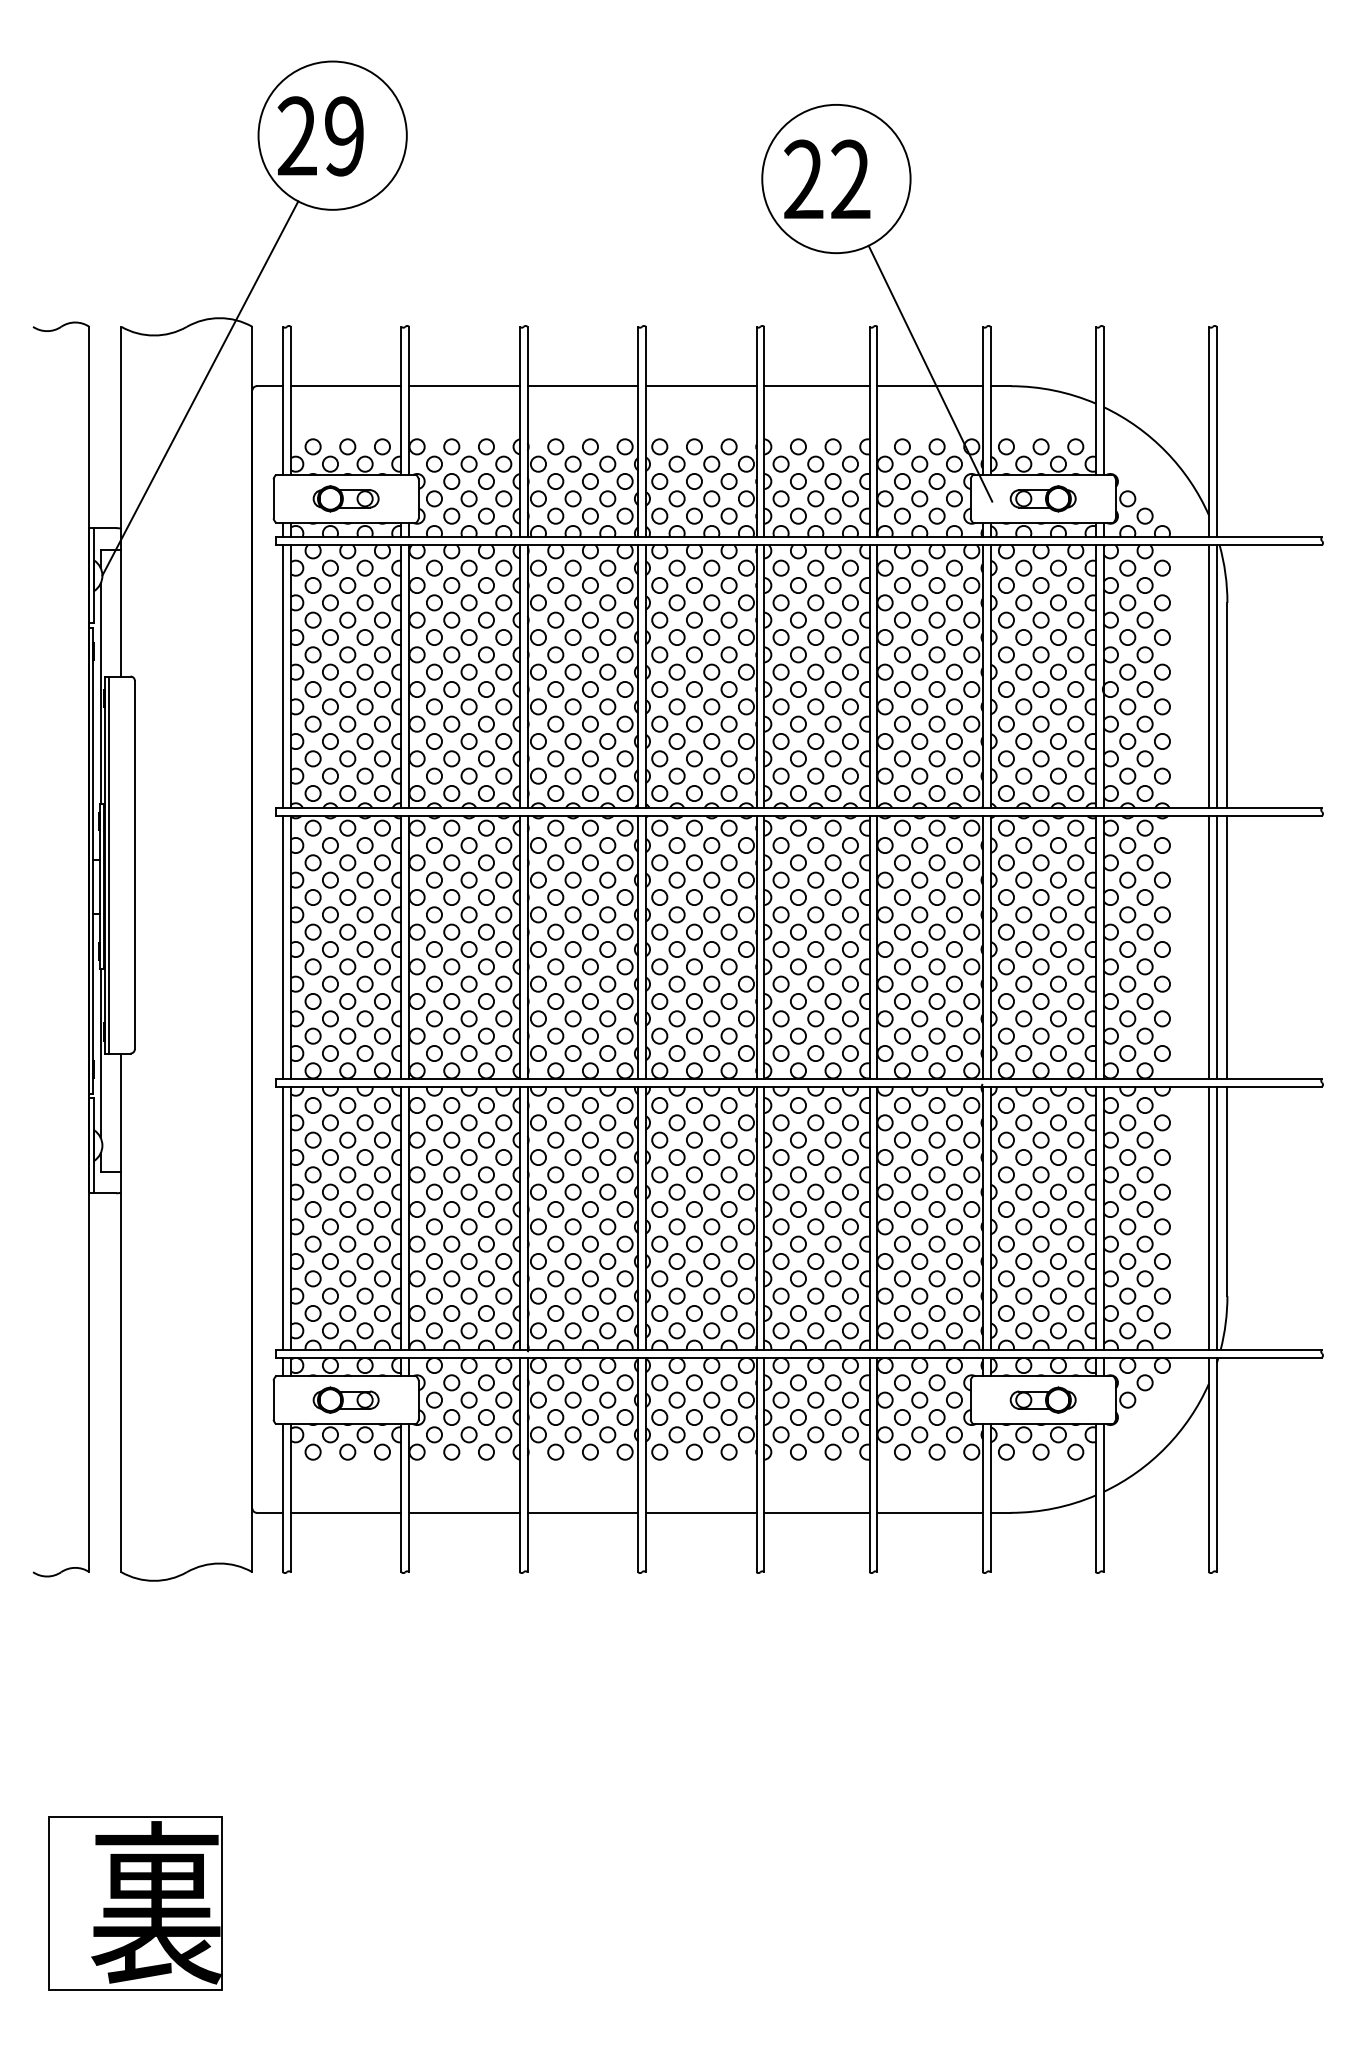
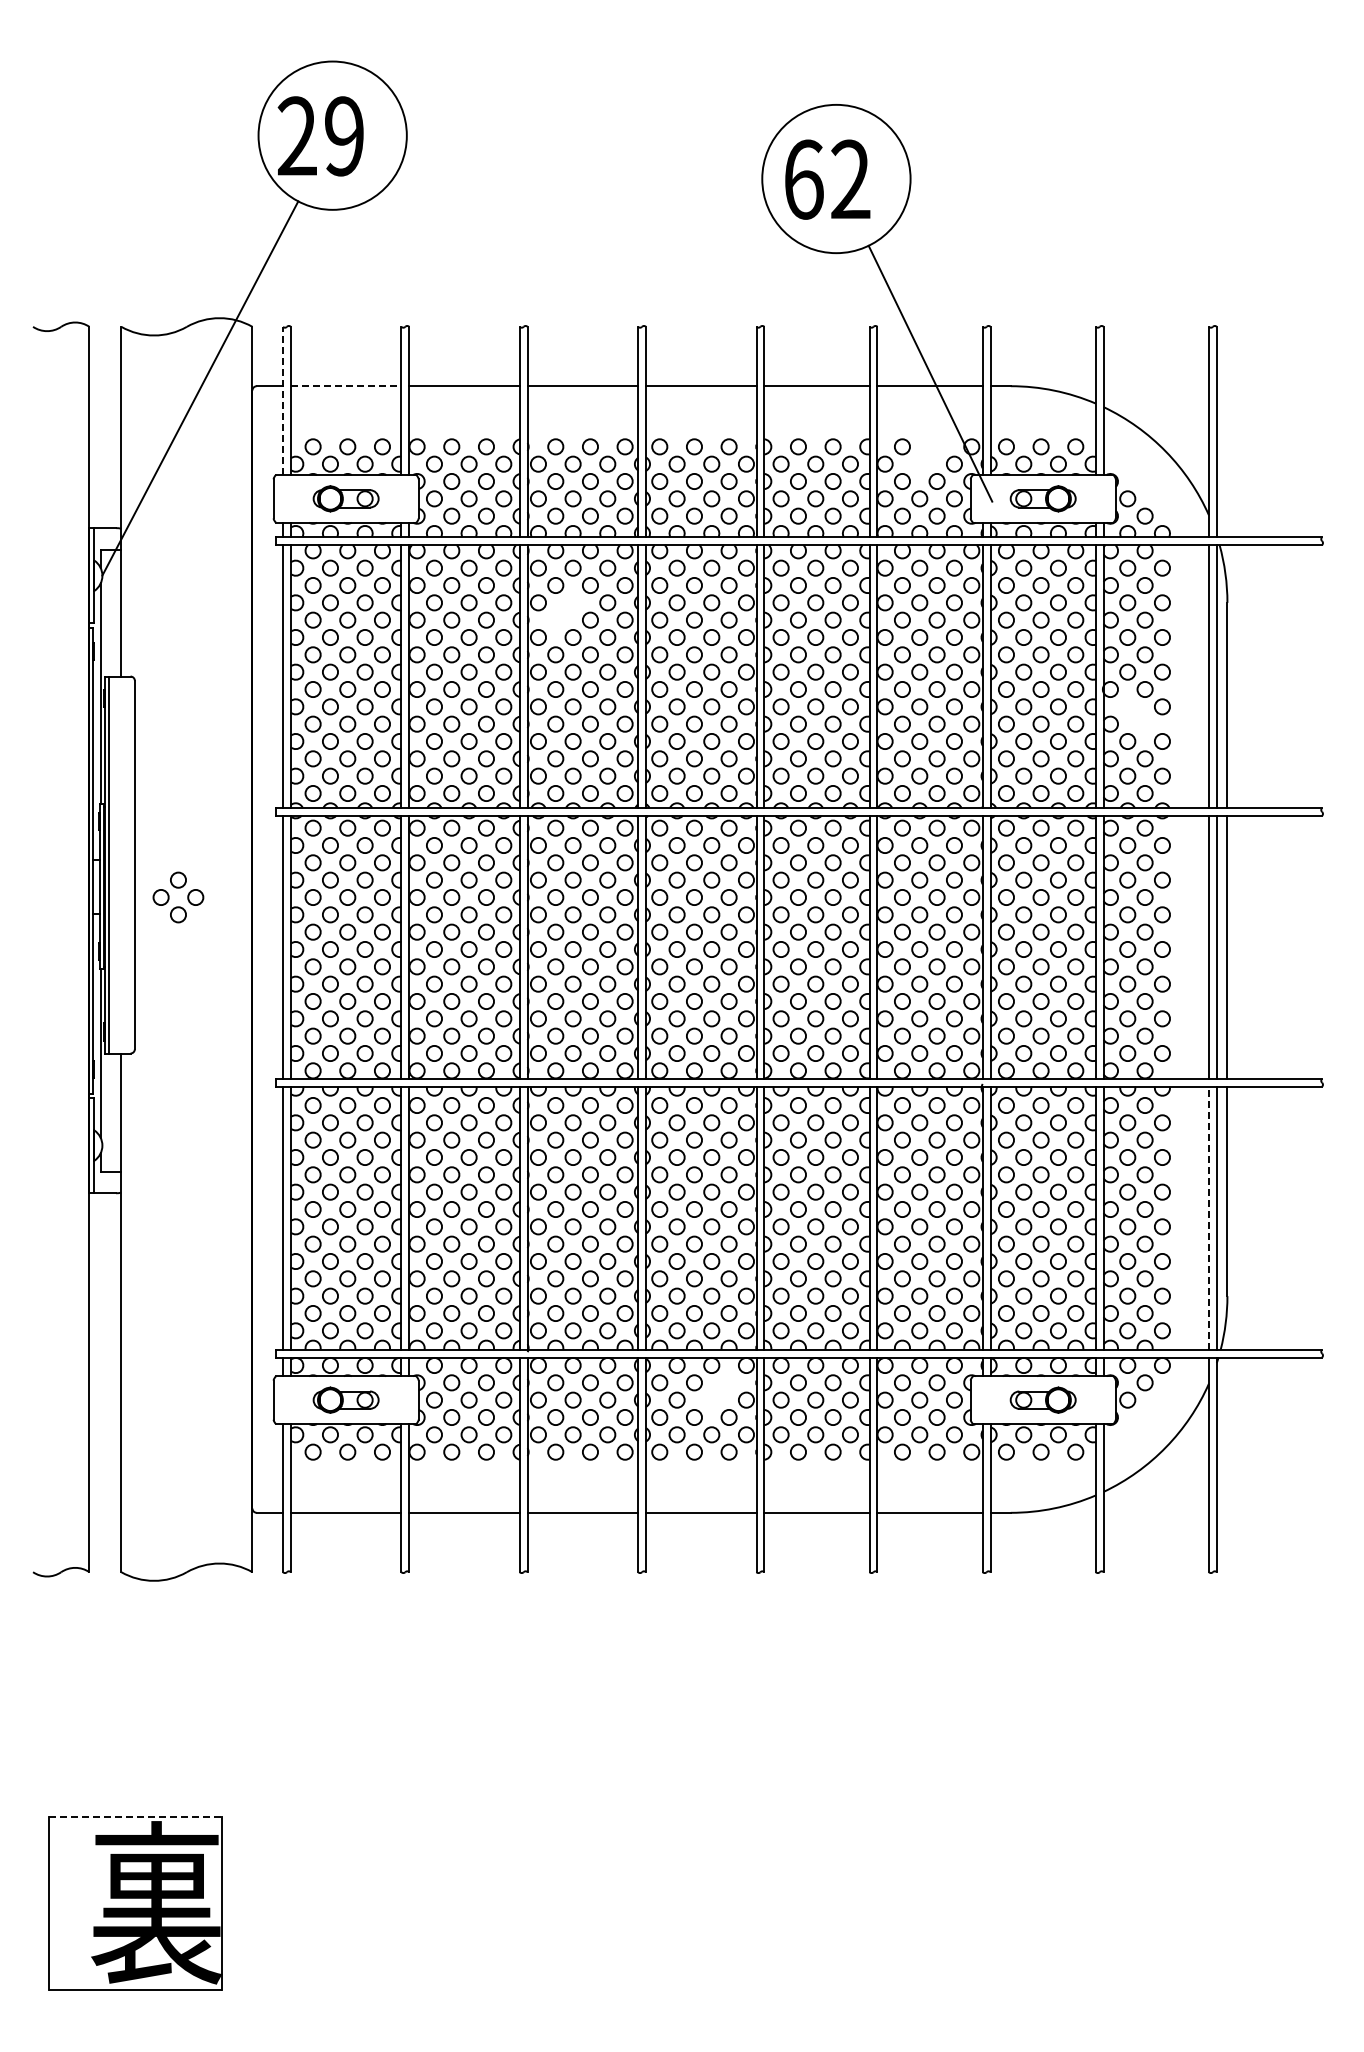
text at (803, 179): 22 -> 62
line at (346, 386): solid -> dashed
line at (283, 400): solid -> dashed
part at (928, 455): present -> none
part at (564, 611): present -> none
part at (1136, 715): present -> none
part at (178, 888): none -> present
line at (1209, 1218): solid -> dashed
part at (720, 1391): present -> none
line at (135, 1817): solid -> dashed
